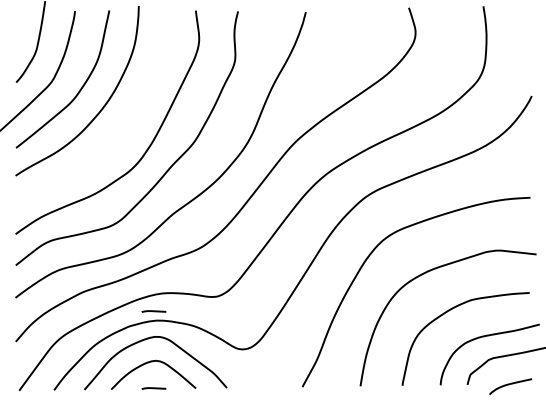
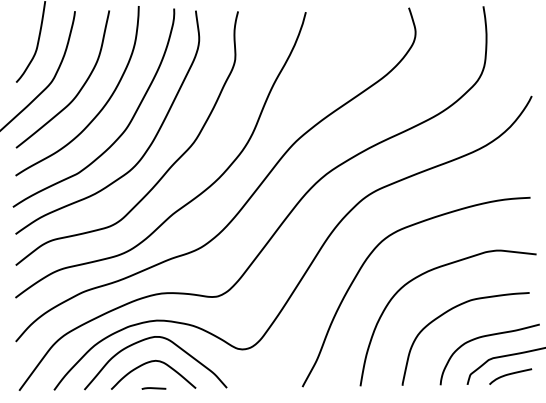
curve at (123, 130): none -> present
line at (153, 311): present -> none
curve at (509, 385) position: (509, 385) -> (509, 375)
